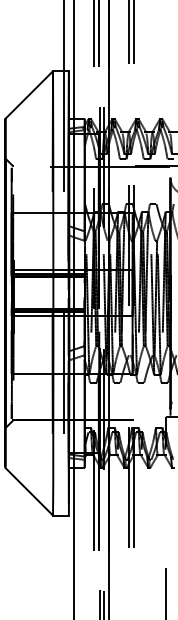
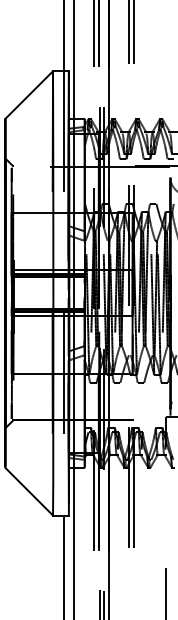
line at (64, 565): none -> present
